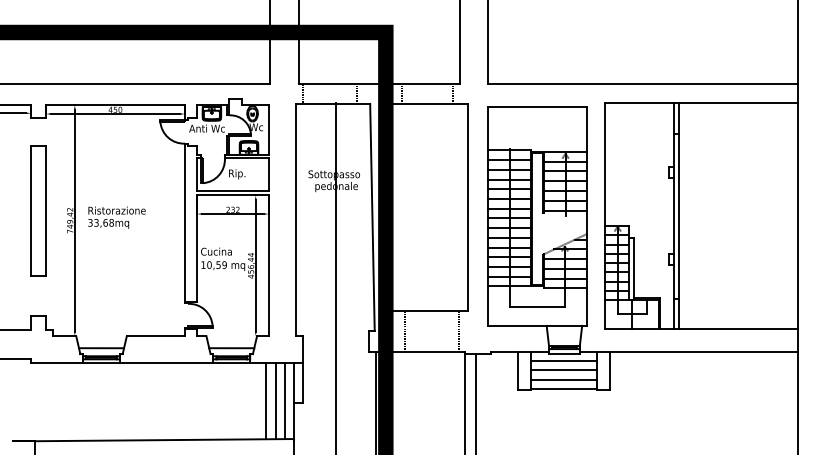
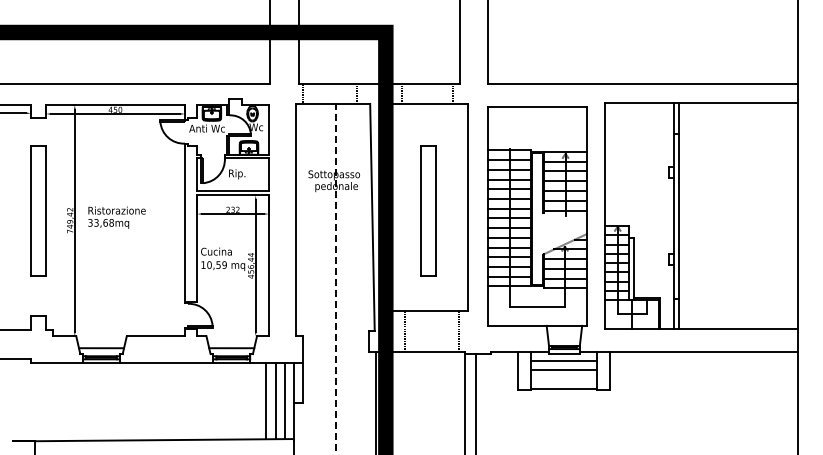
part at (428, 210): none -> present
line at (335, 279): solid -> dashed
line at (563, 379): present -> none
